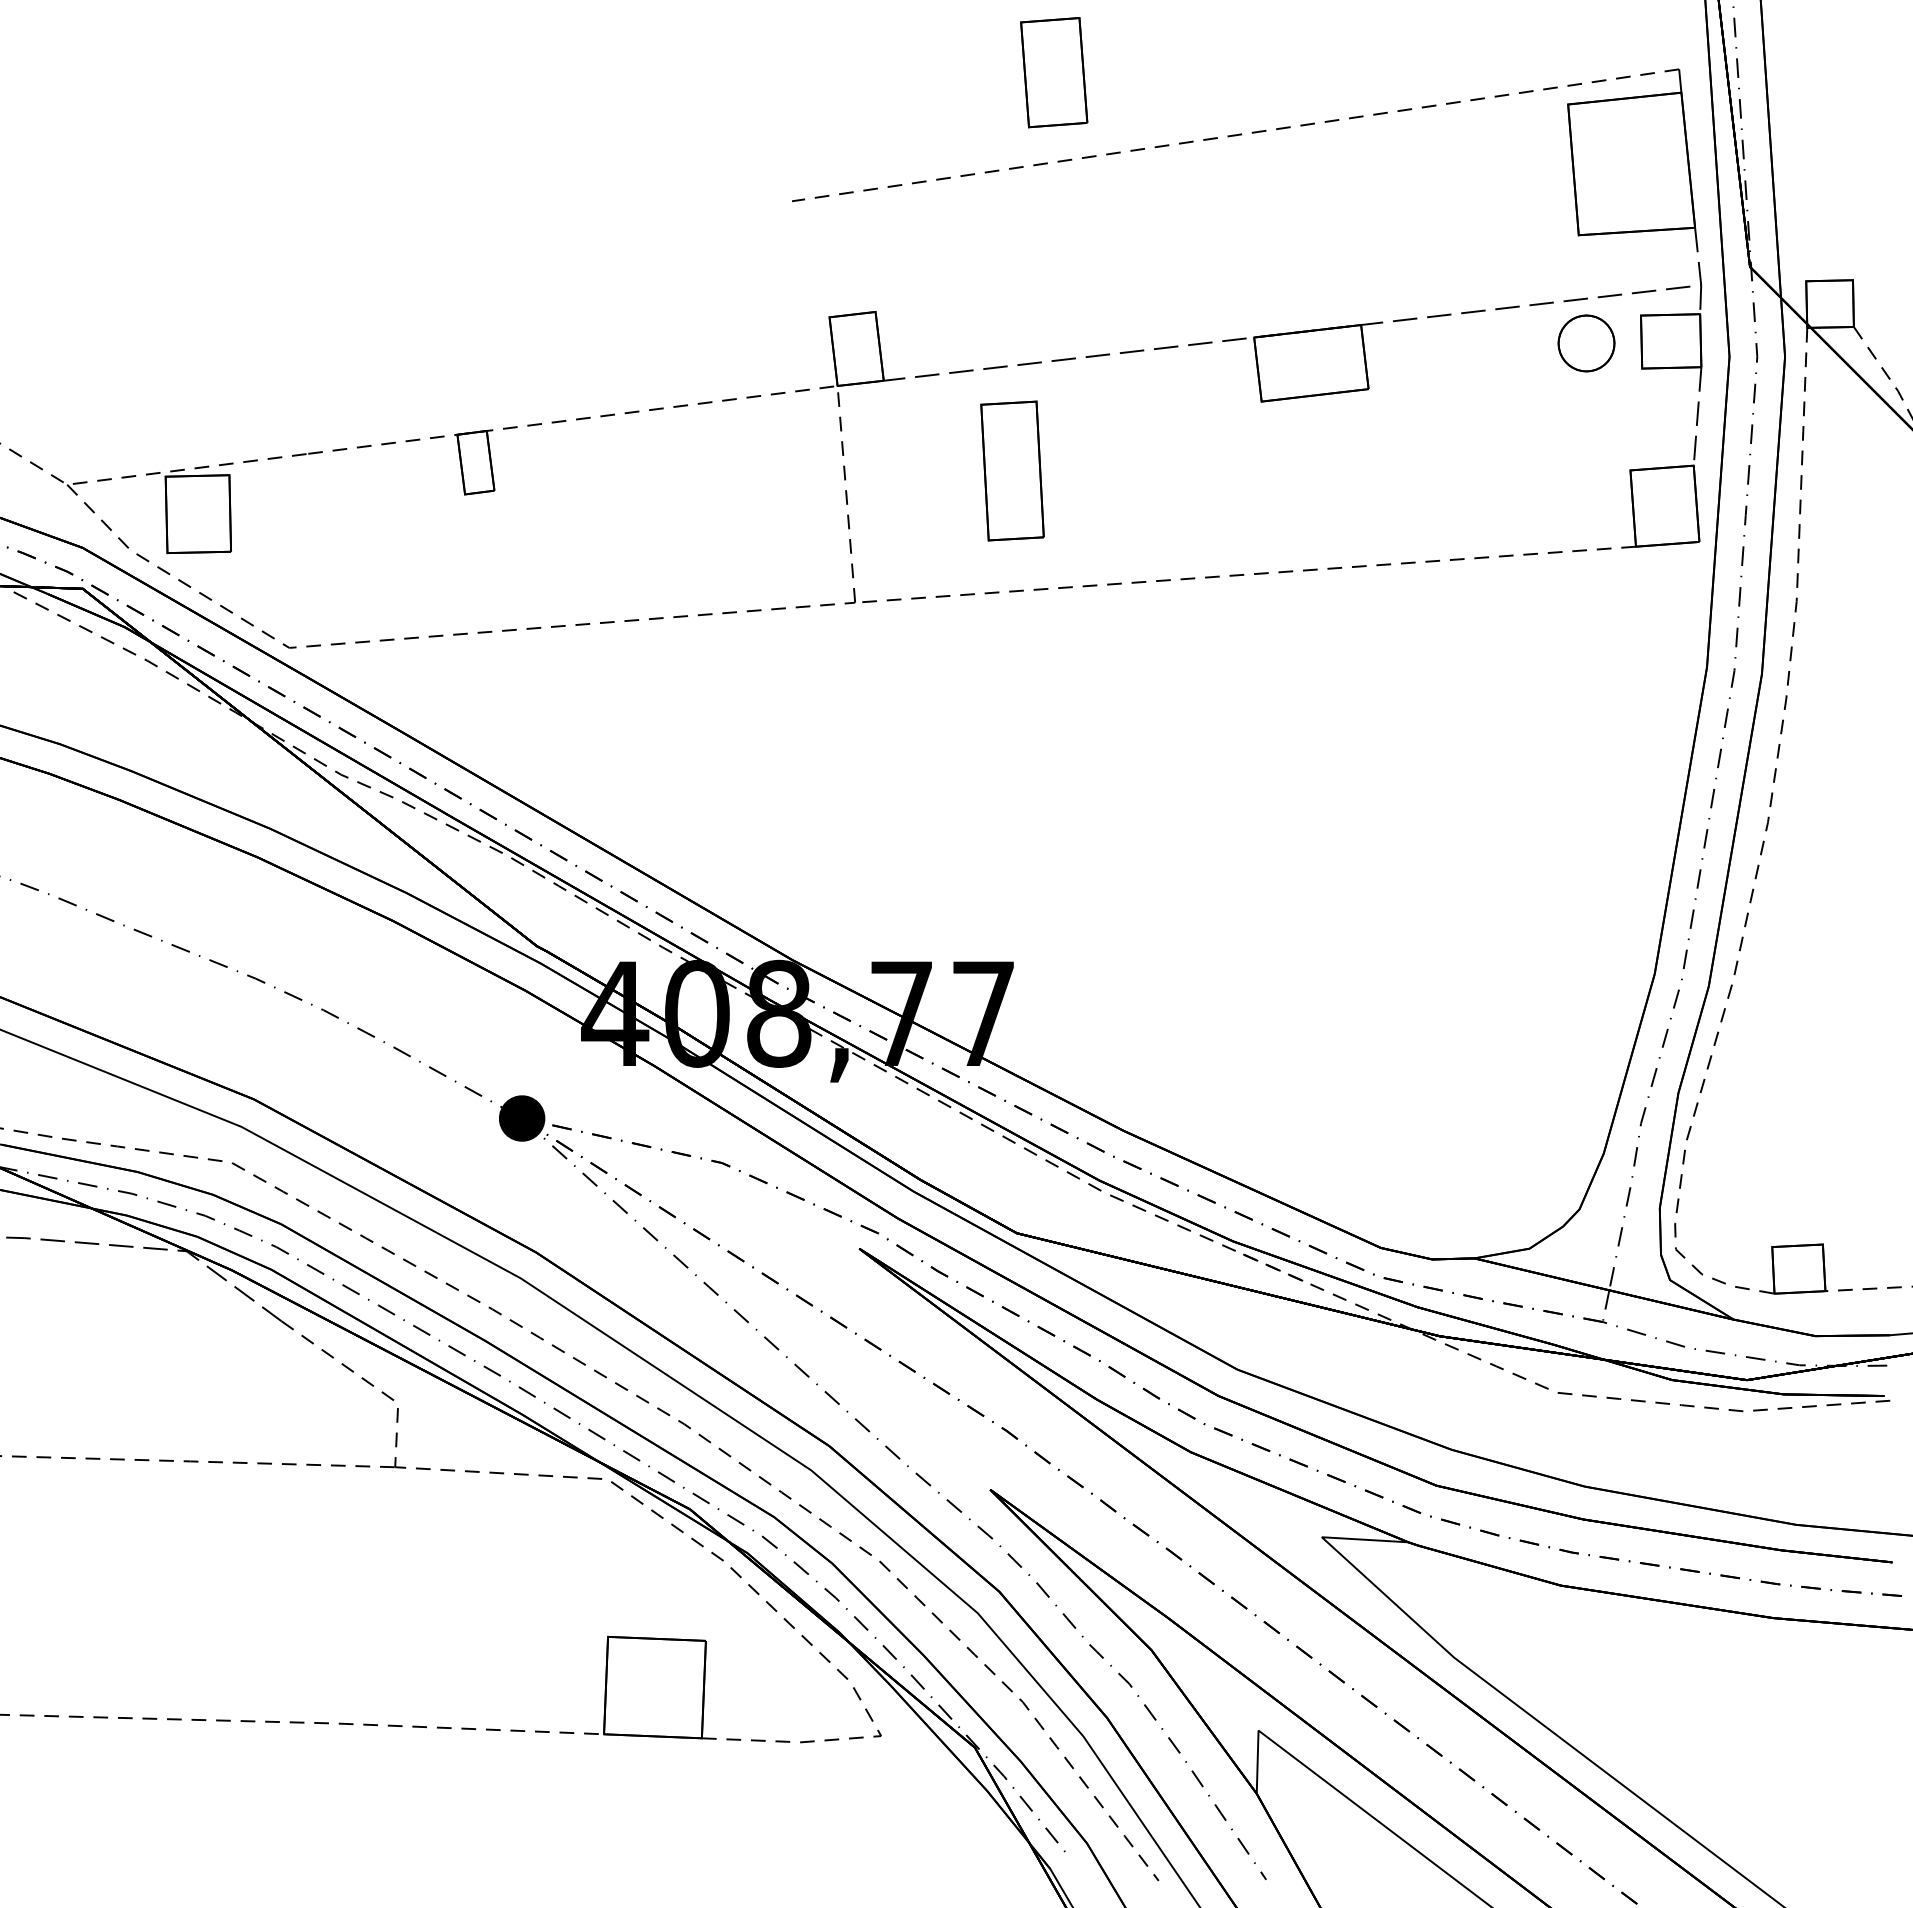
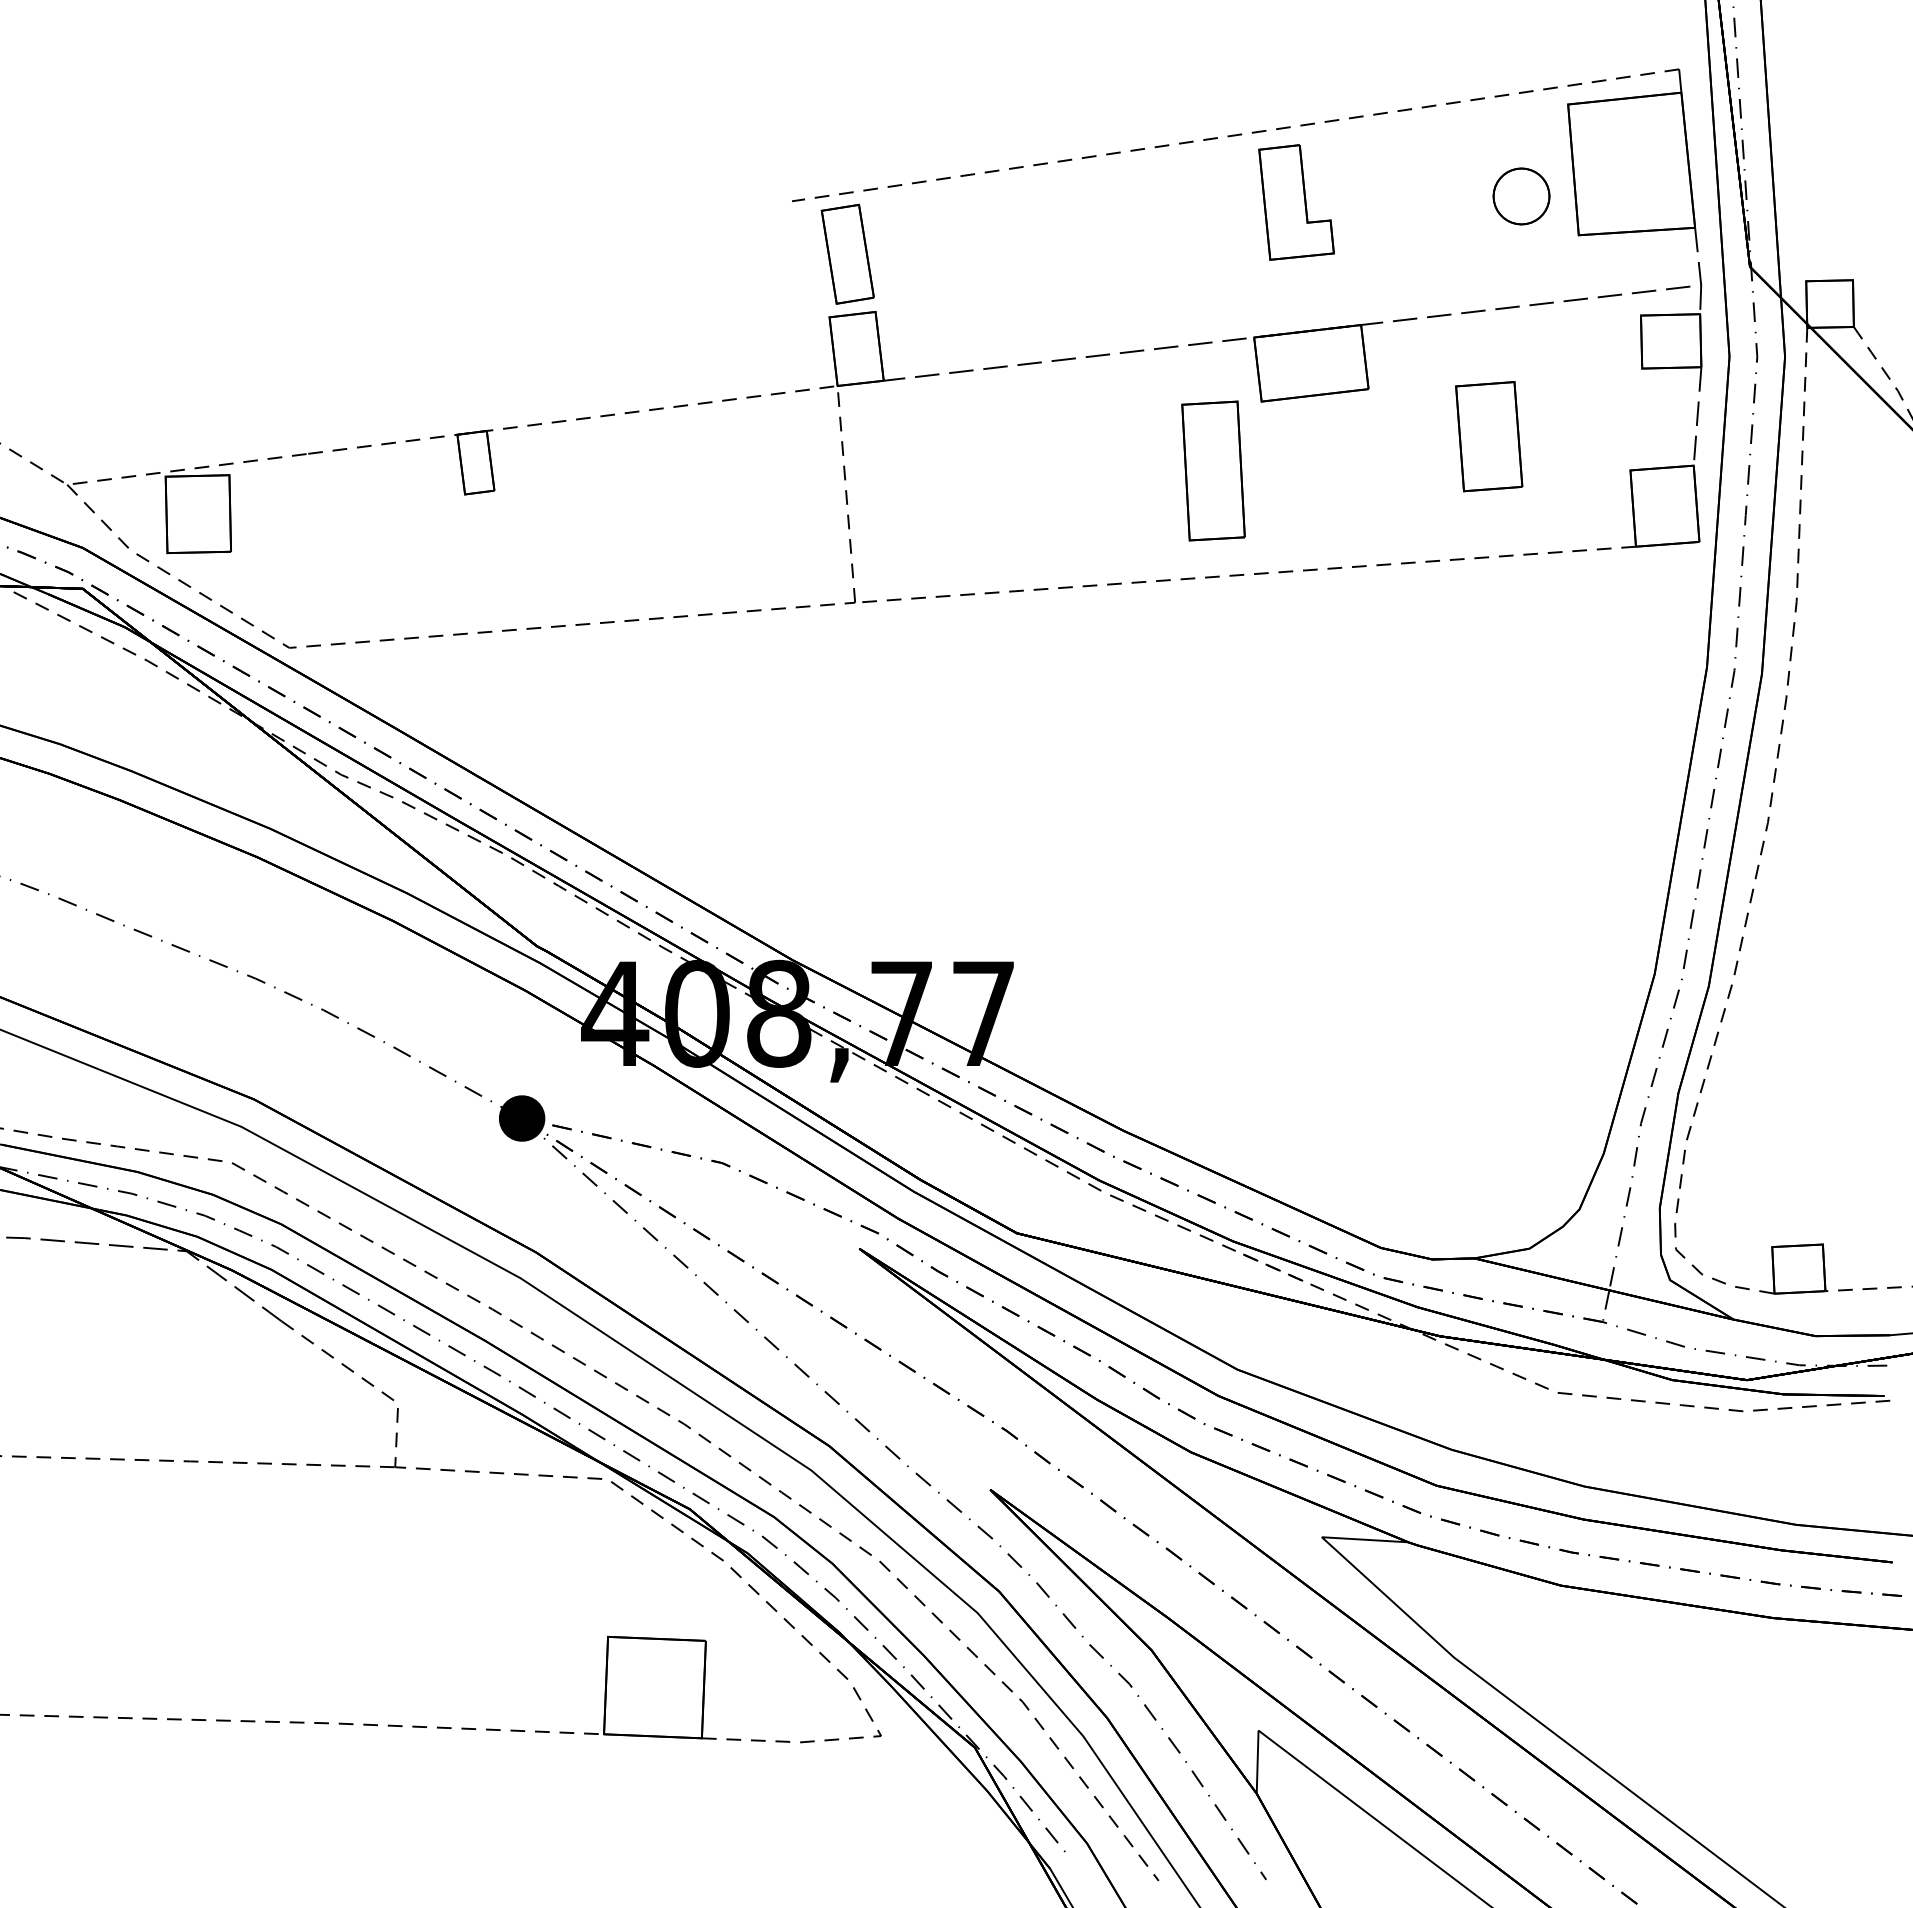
part at (1054, 72) position: (1054, 72) -> (1489, 436)
part at (1296, 202): none -> present
part at (847, 253): none -> present
part at (1586, 343) position: (1586, 343) -> (1521, 196)
part at (1012, 470) position: (1012, 470) -> (1213, 470)
